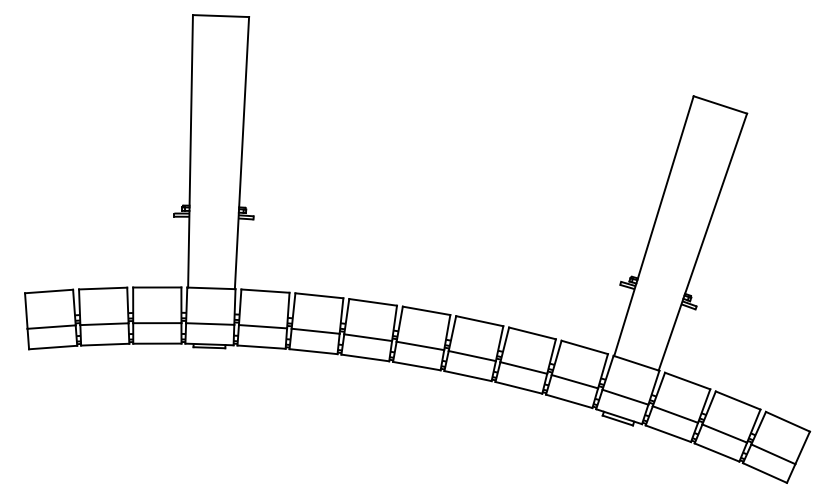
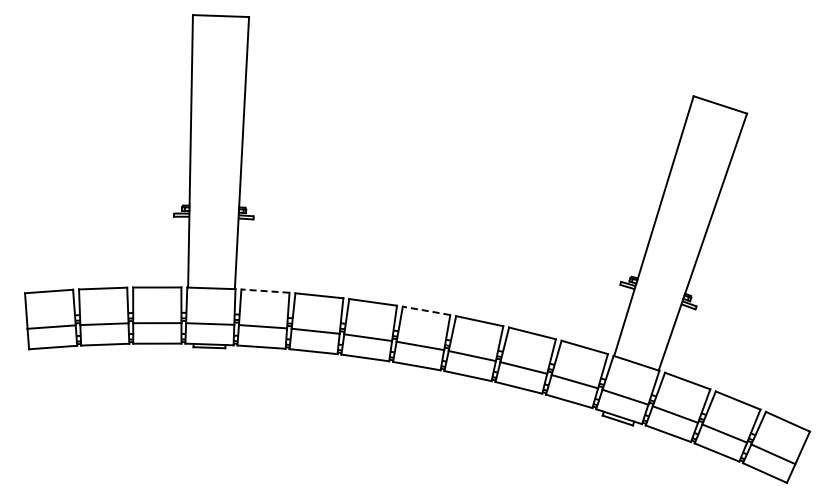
line at (264, 291): solid -> dashed
line at (426, 310): solid -> dashed
